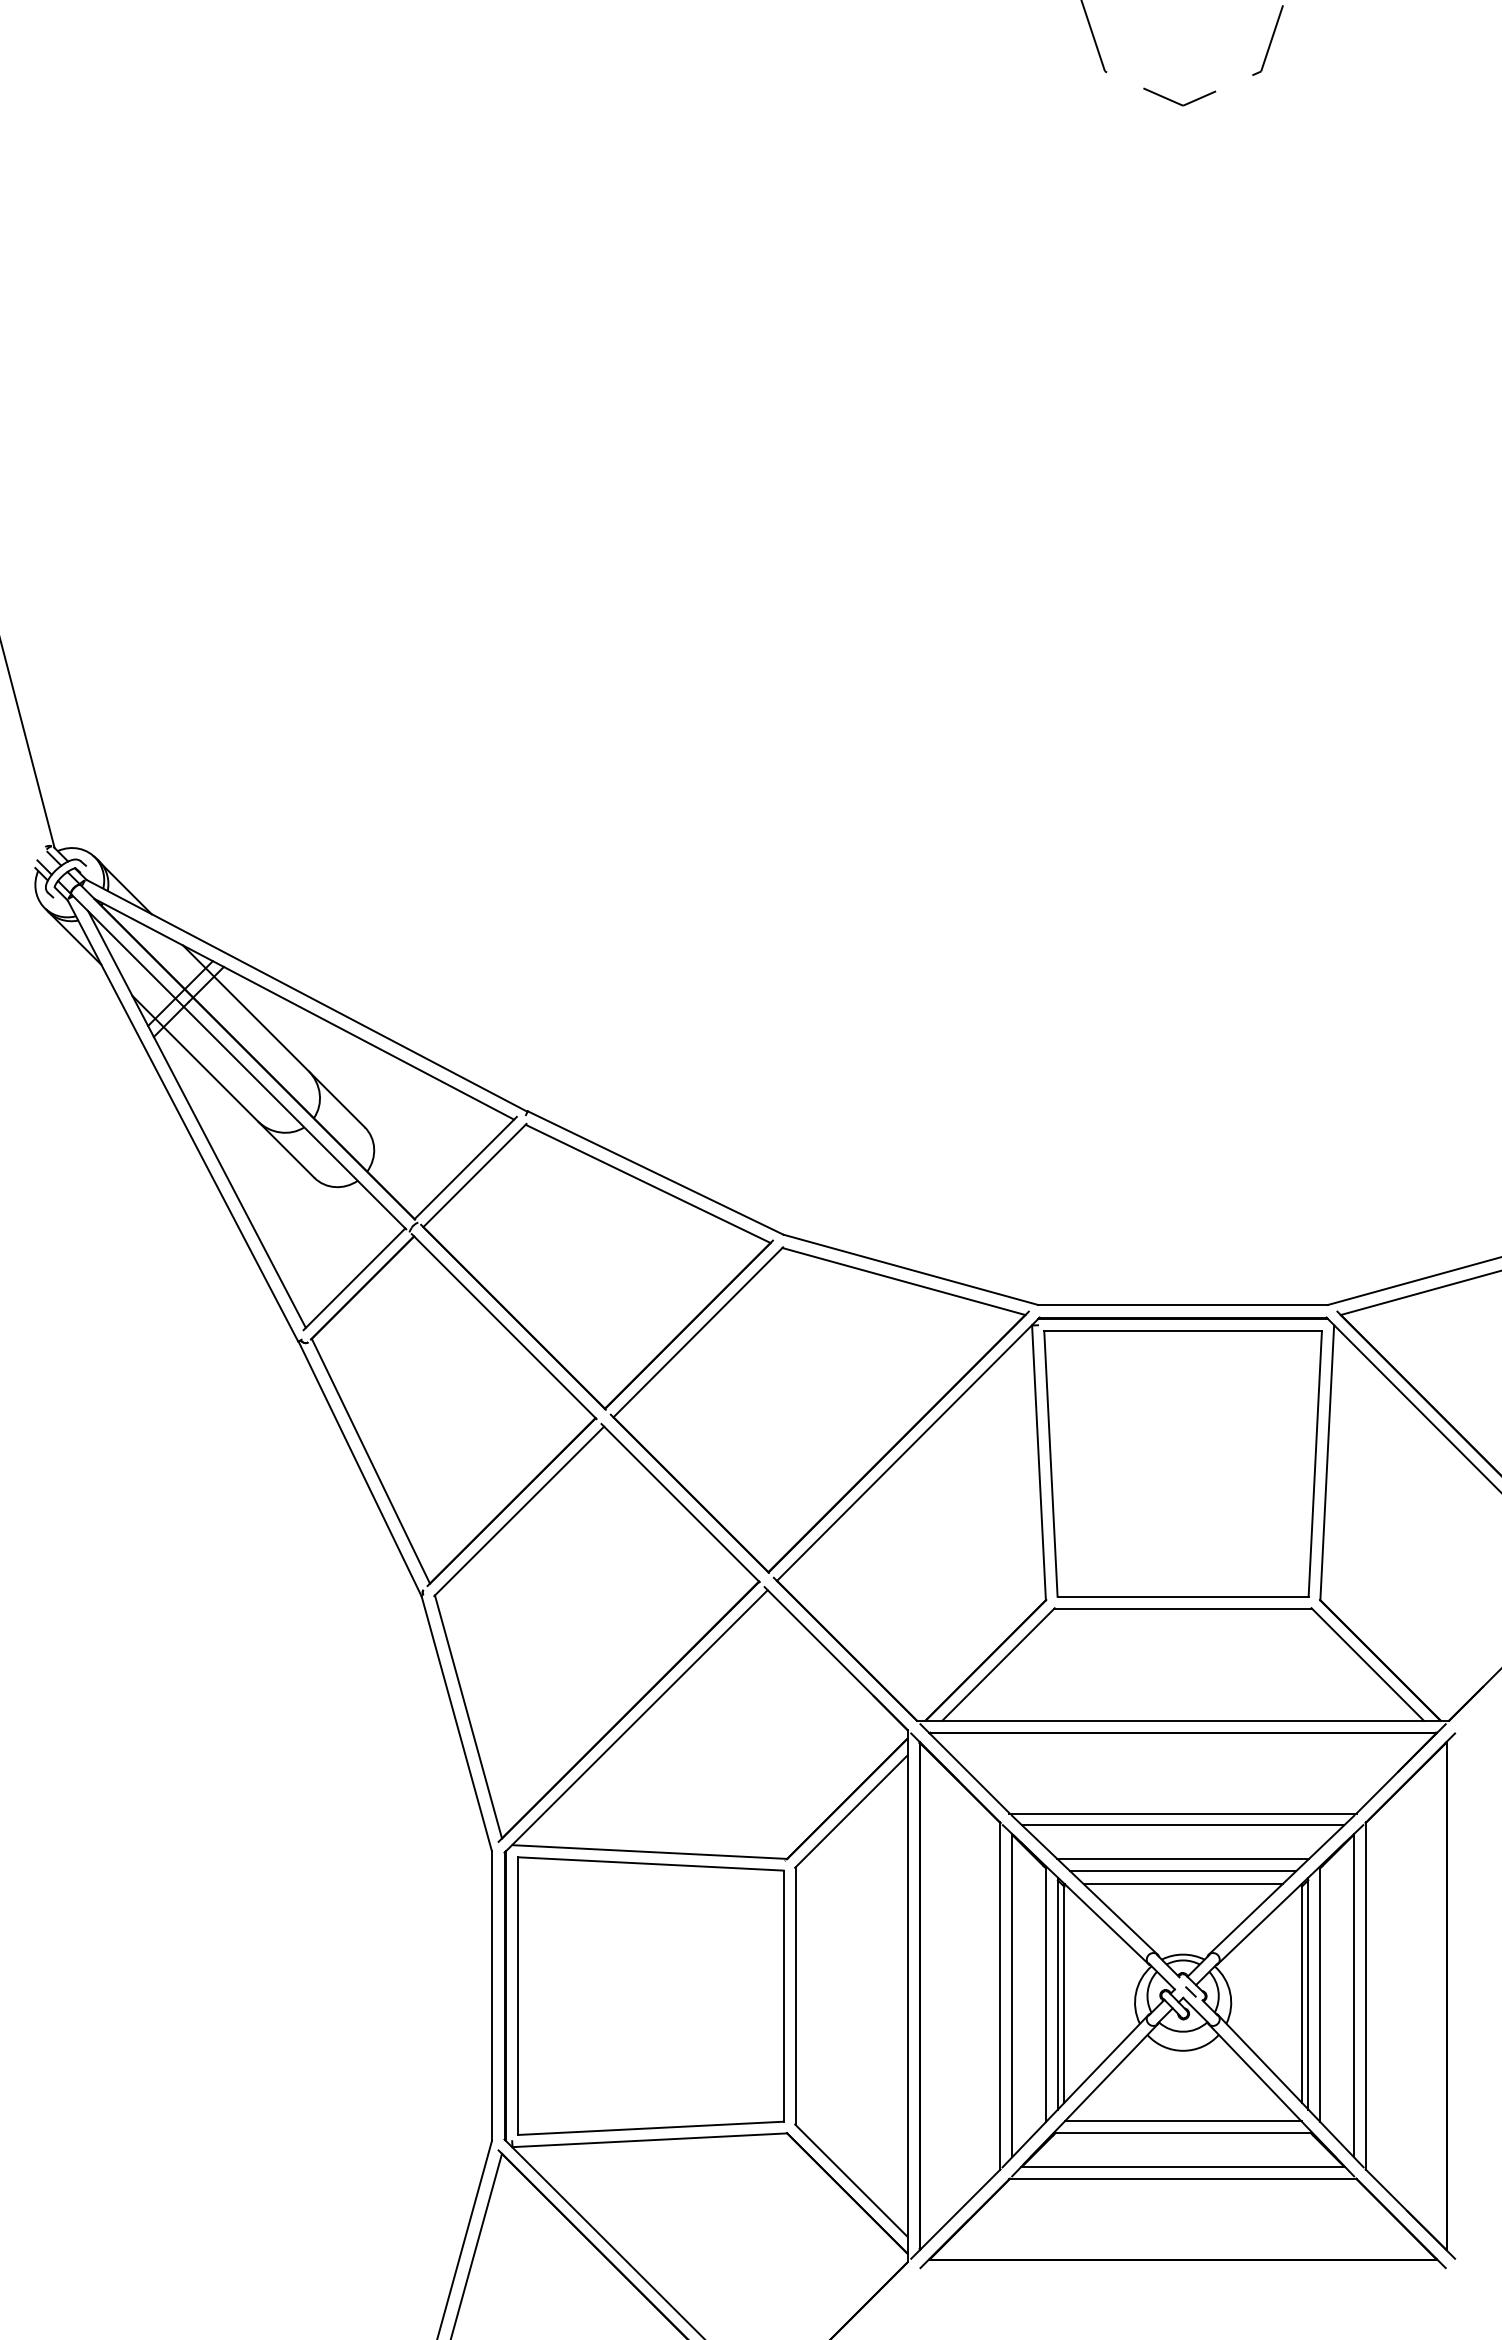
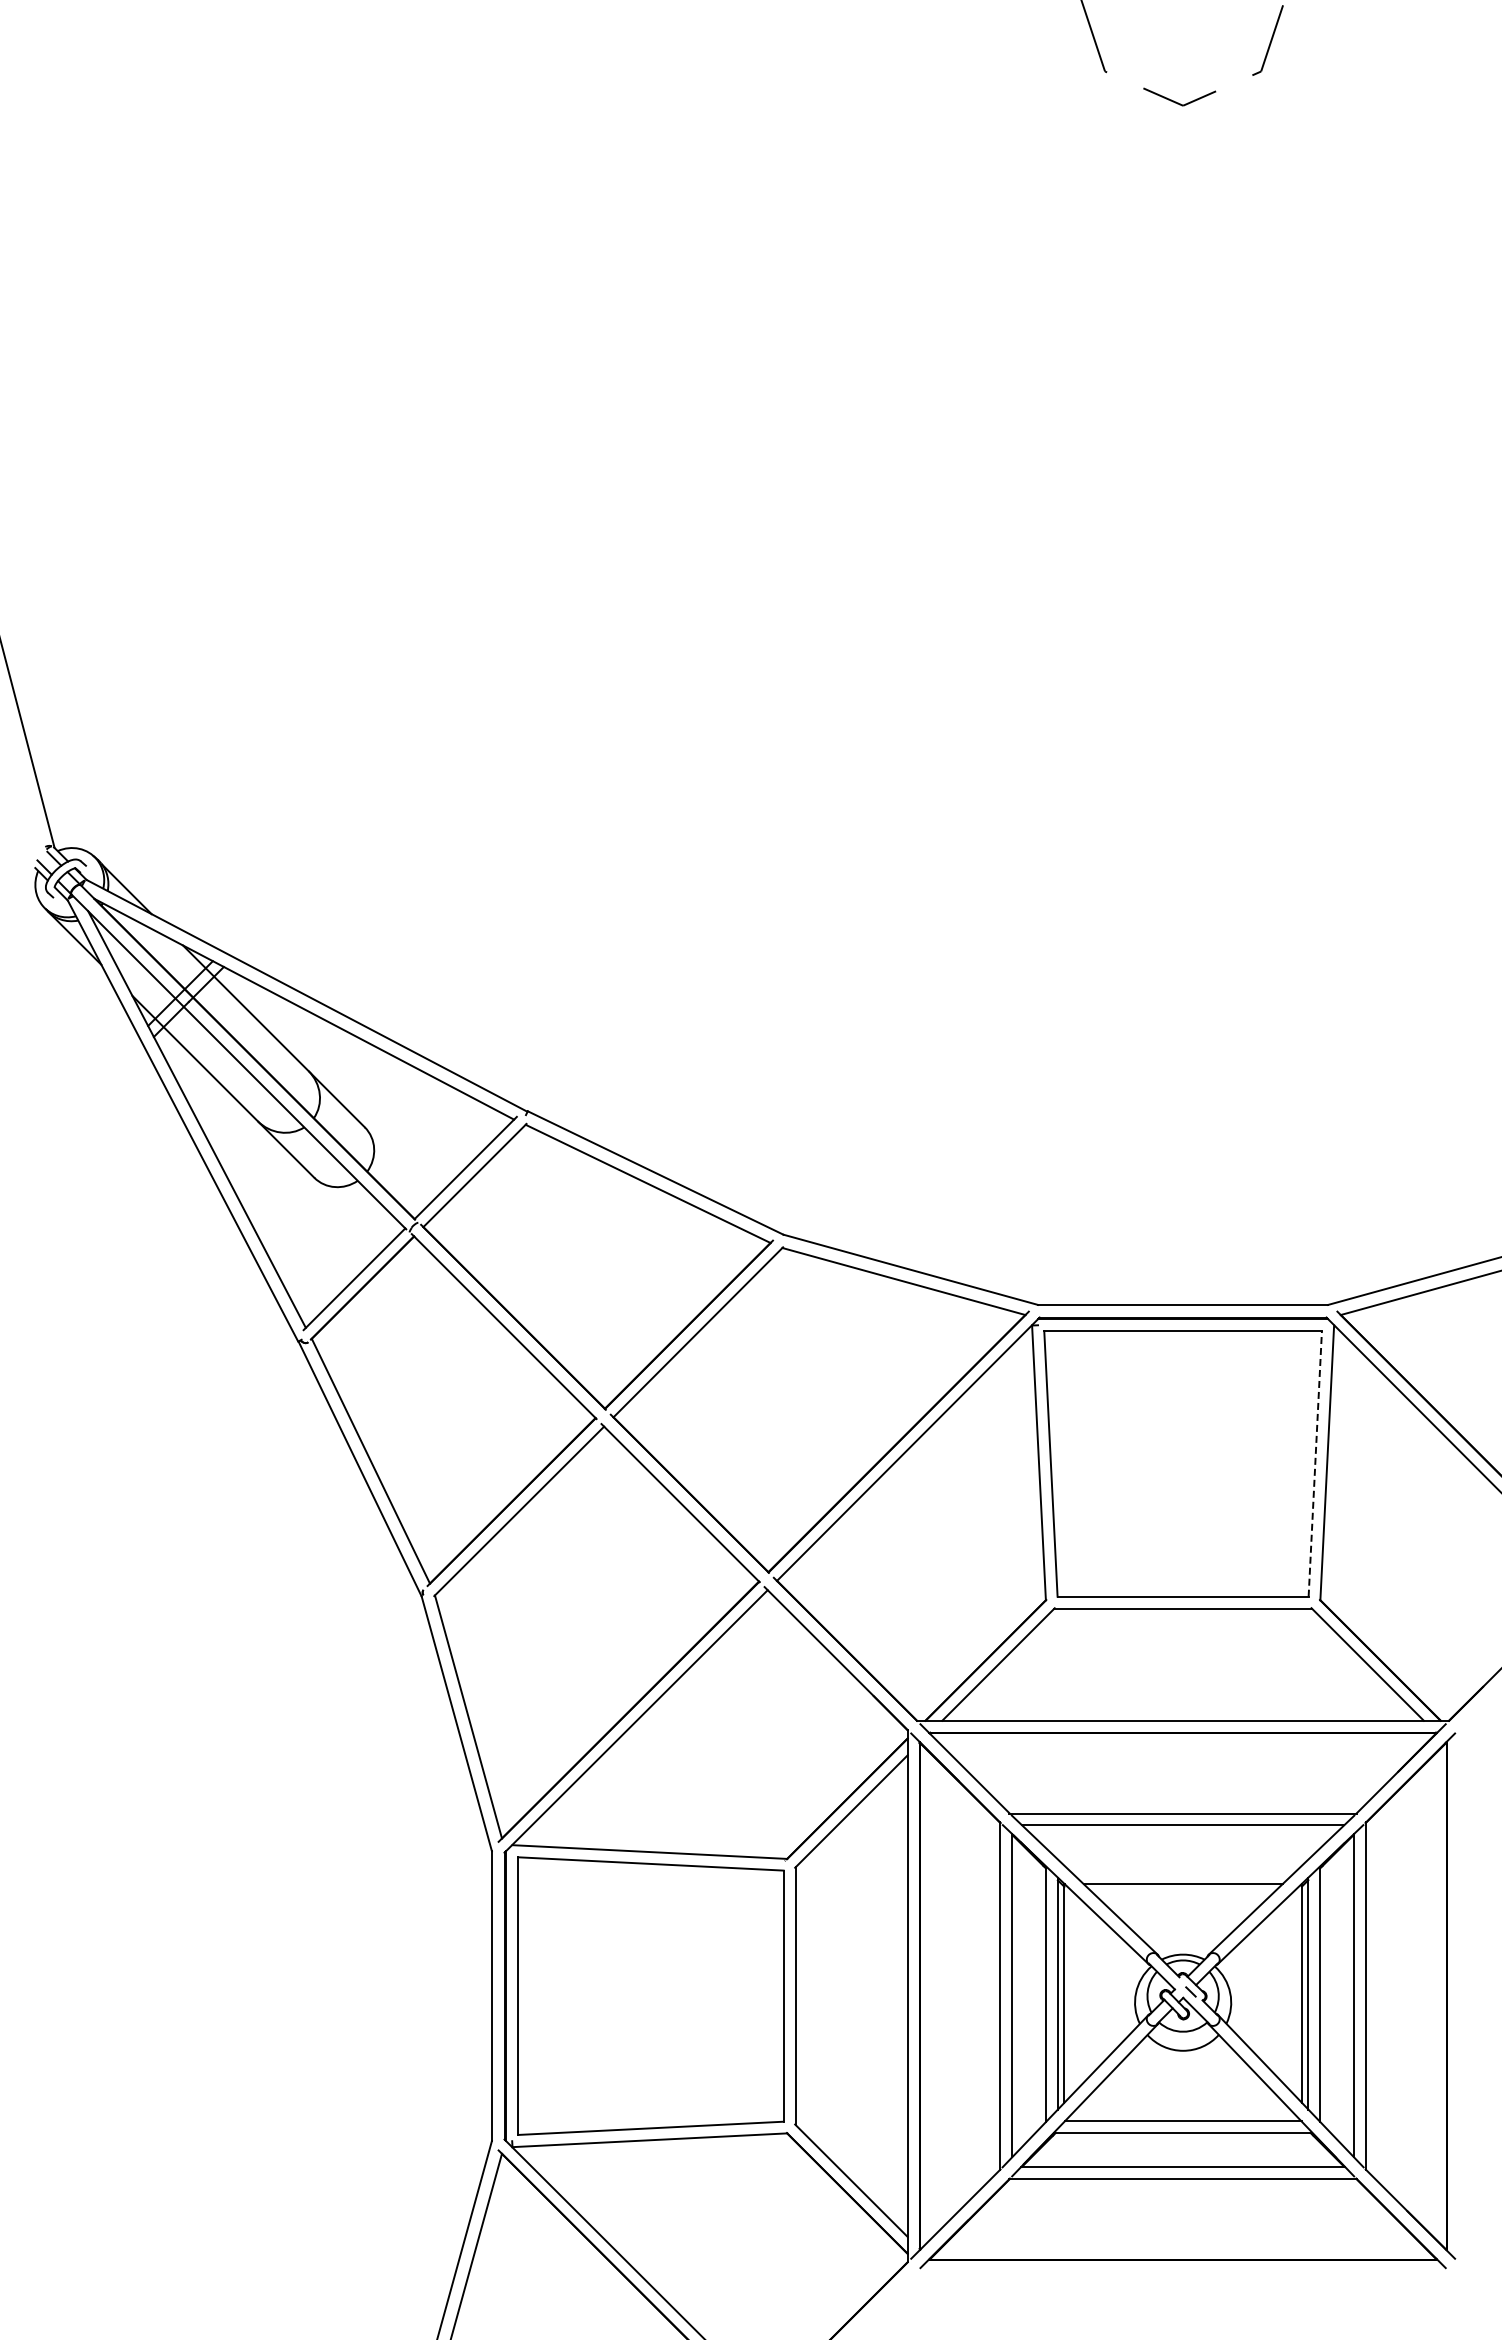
line at (1315, 1463): solid -> dashed
line at (1182, 1859): present -> none
line at (1182, 1870): present -> none
